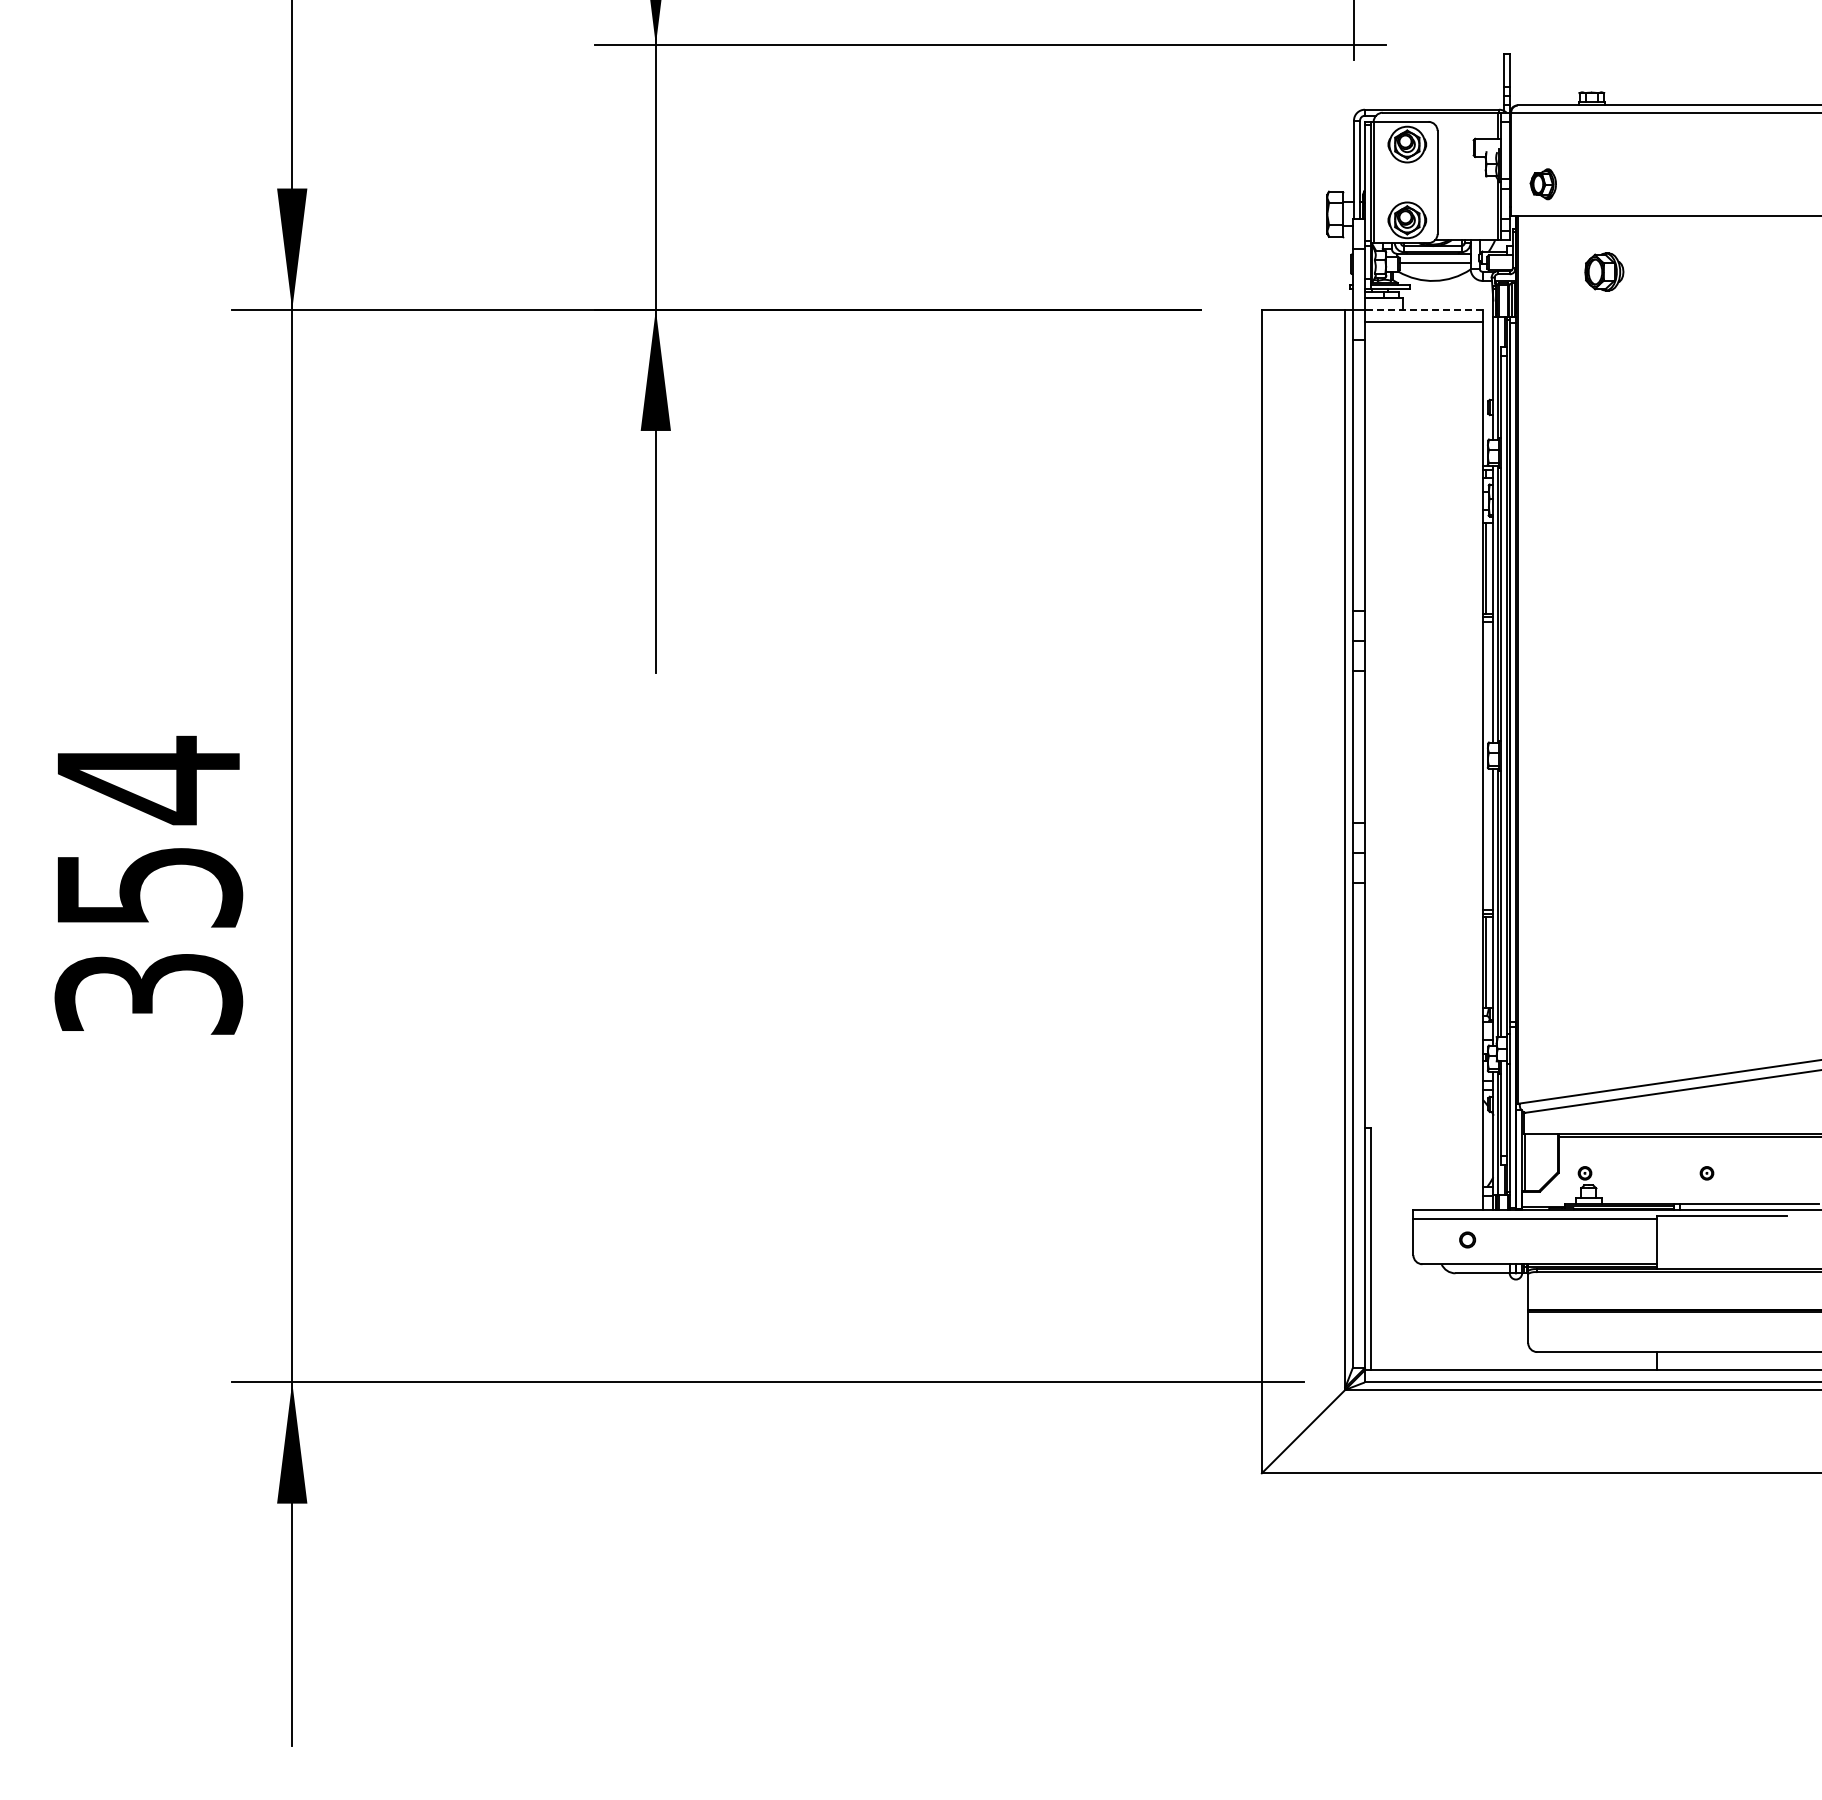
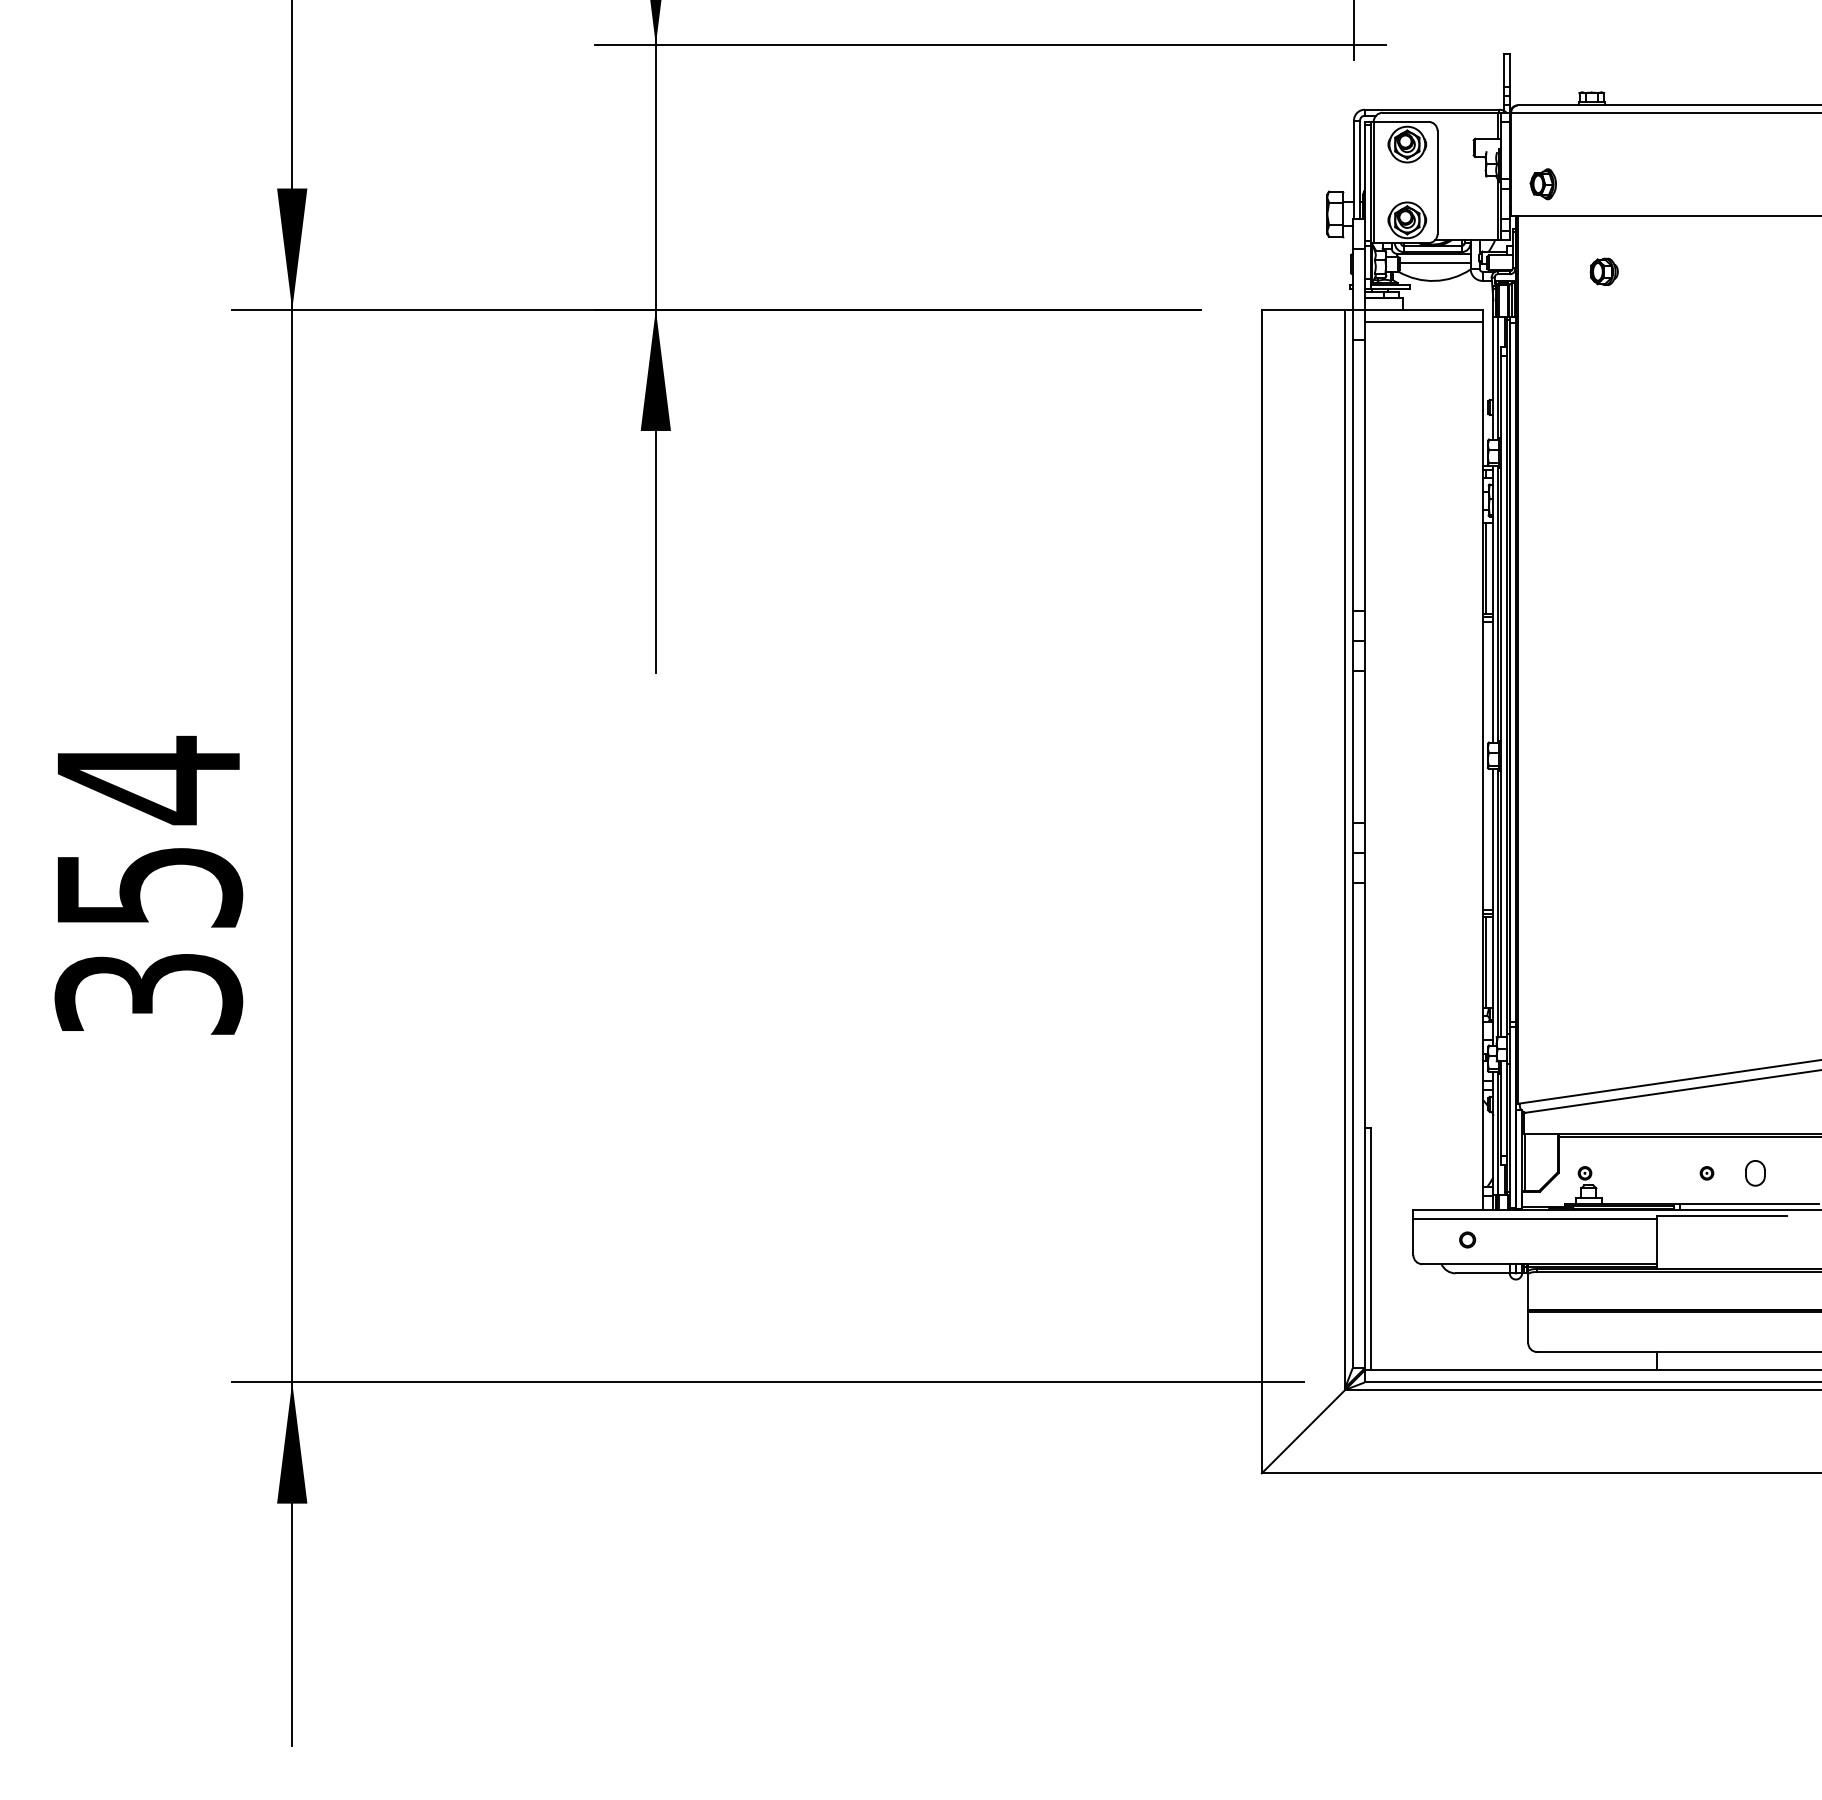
part at (1604, 271) size: 41x40 px -> 30x29 px
line at (1423, 309): dashed -> solid
part at (1755, 1173): none -> present
